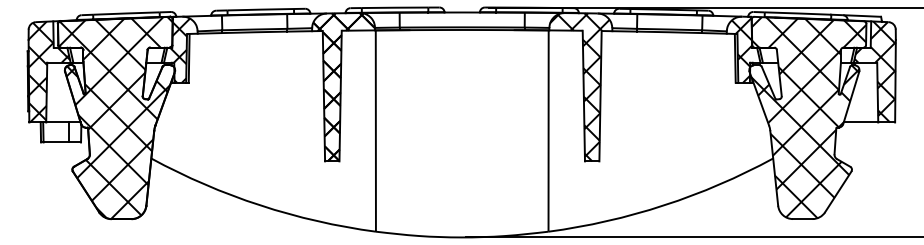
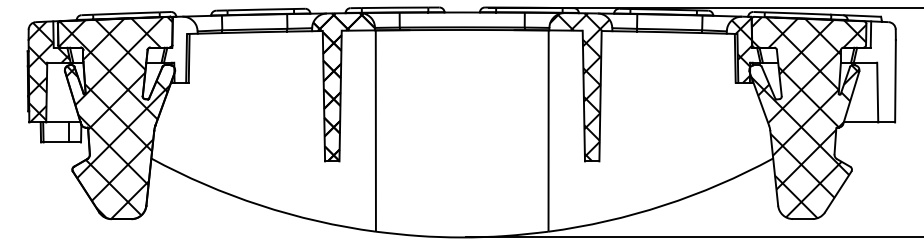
hatch at (180, 50): present -> none
hatch at (874, 71): present -> none
